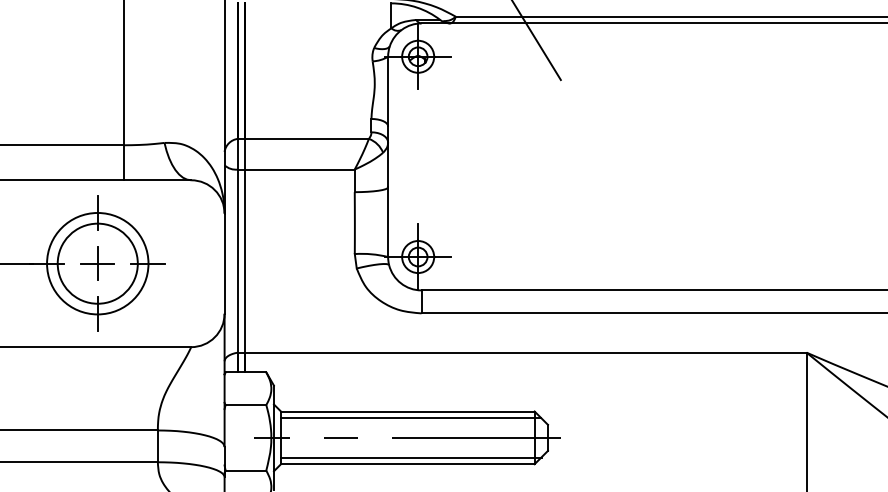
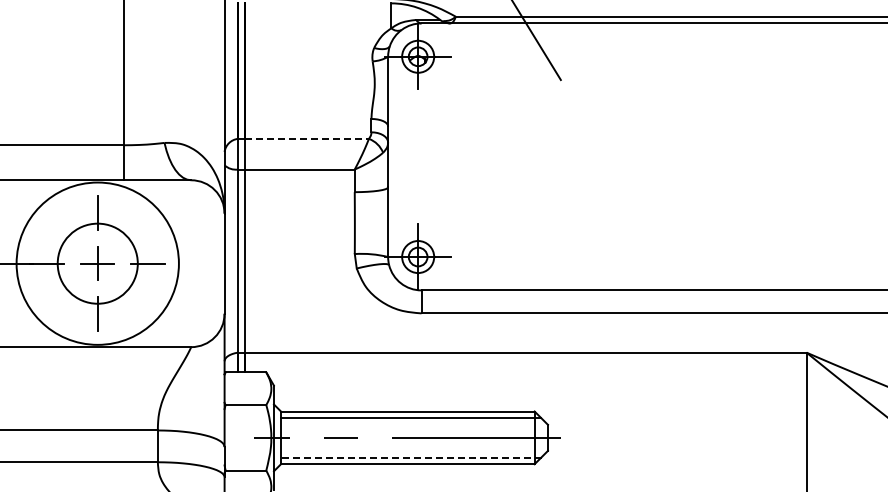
line at (307, 138): solid -> dashed
circle at (97, 263) diameter: 101 px -> 162 px
line at (410, 457): solid -> dashed
